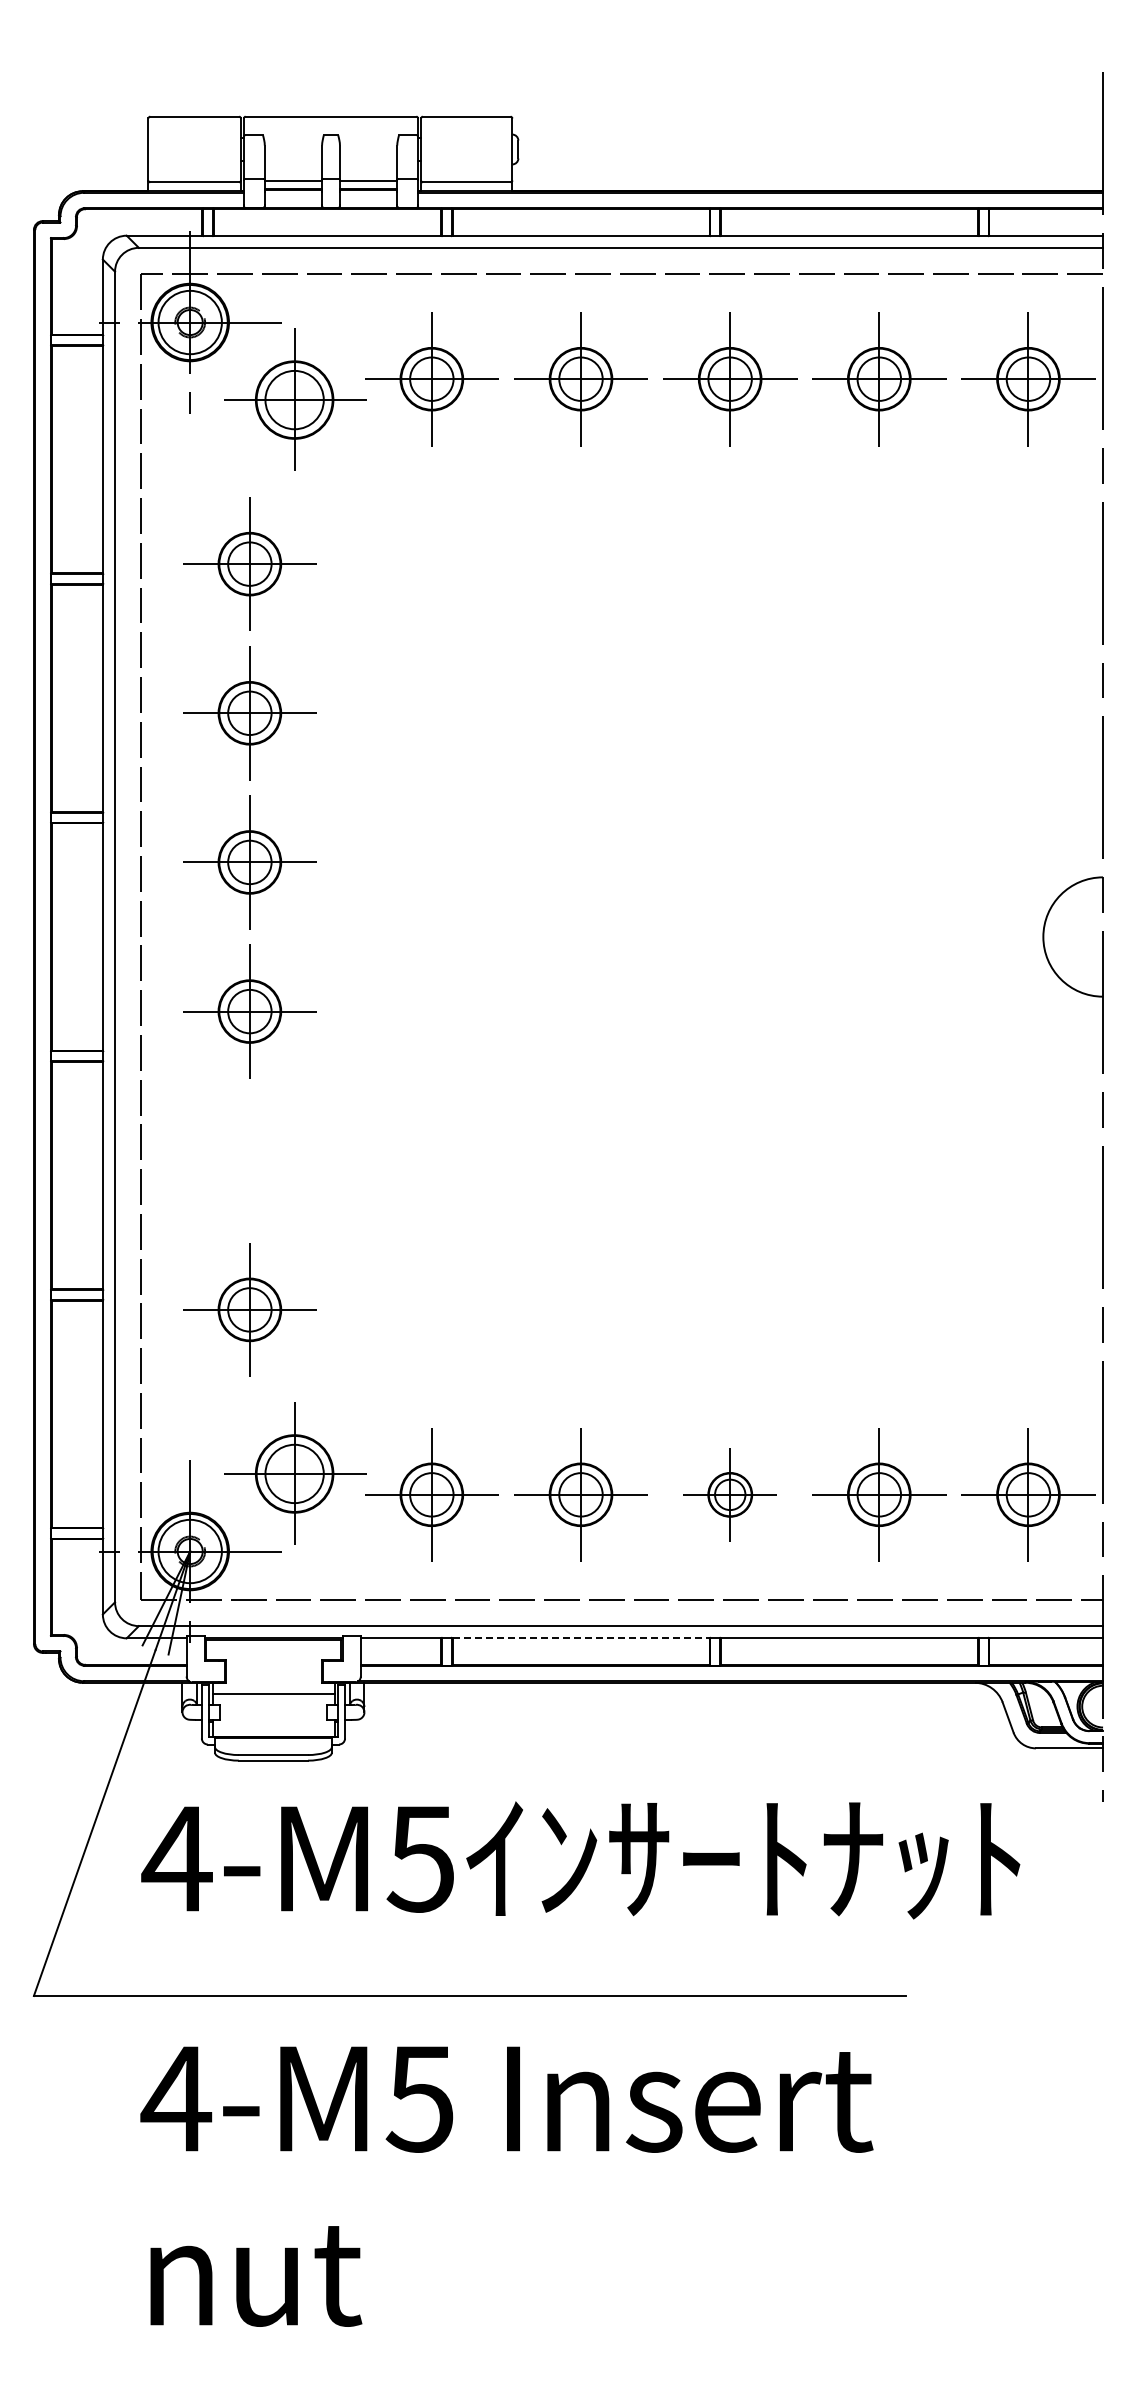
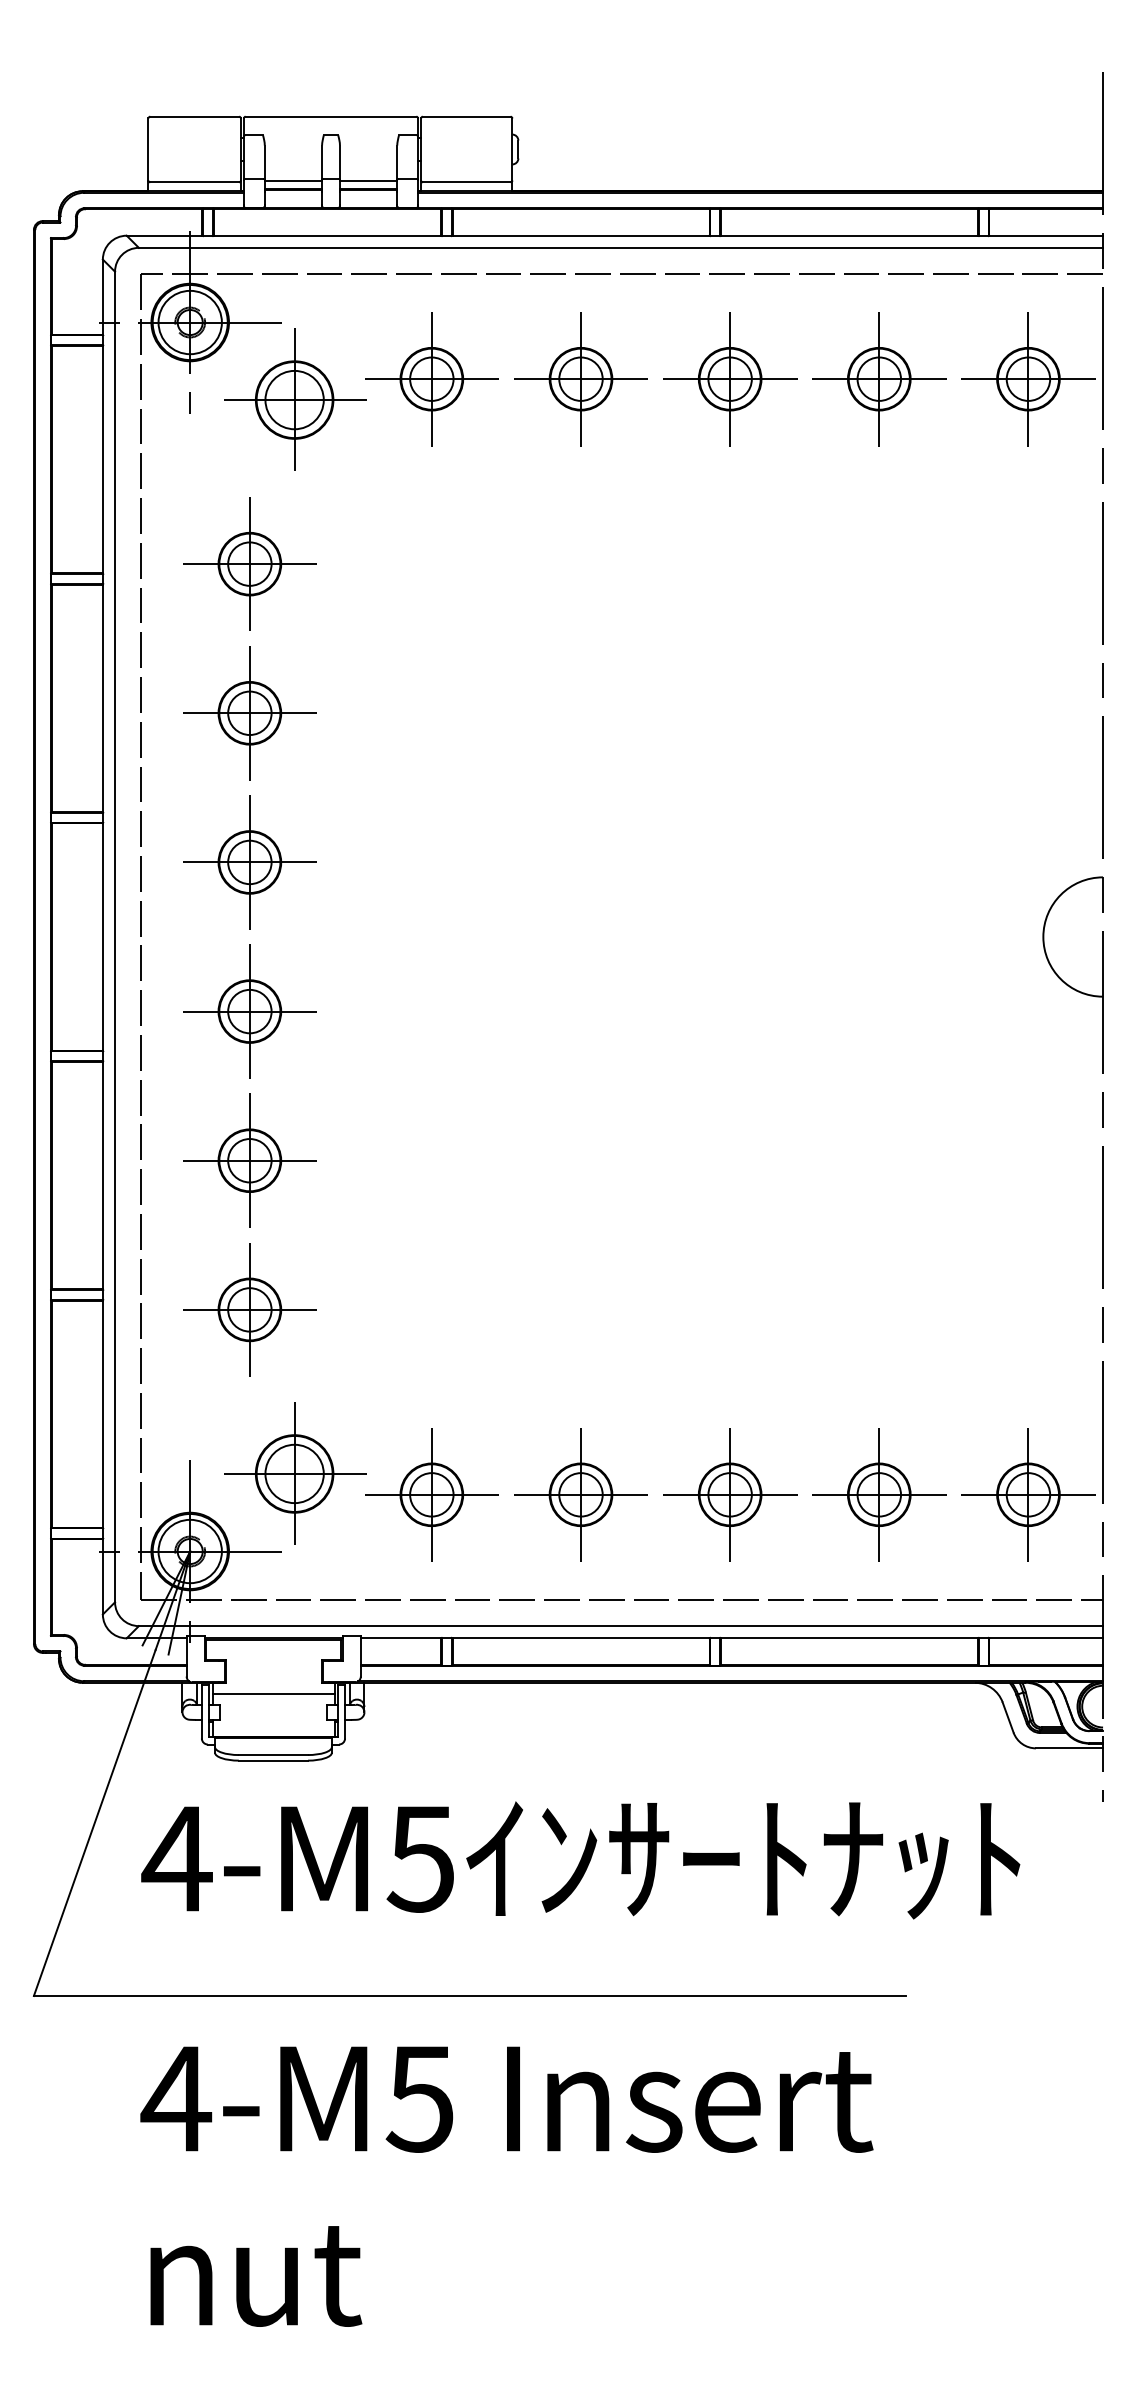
part at (249, 1160): none -> present
part at (729, 1494) size: 94x94 px -> 135x134 px
line at (581, 1638): dashed -> solid
